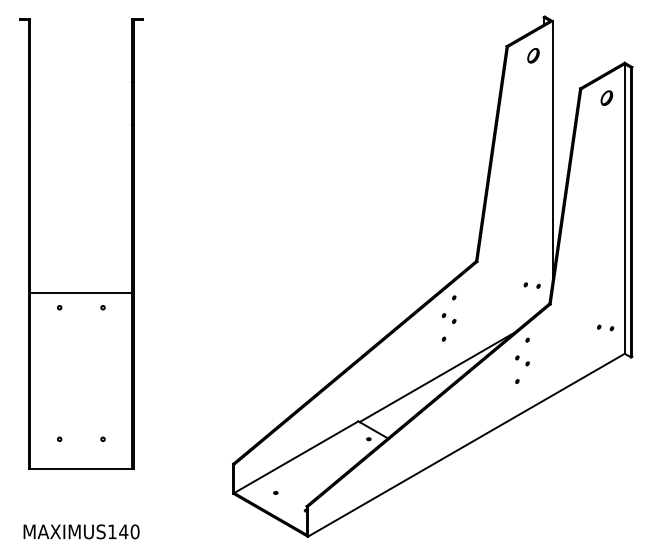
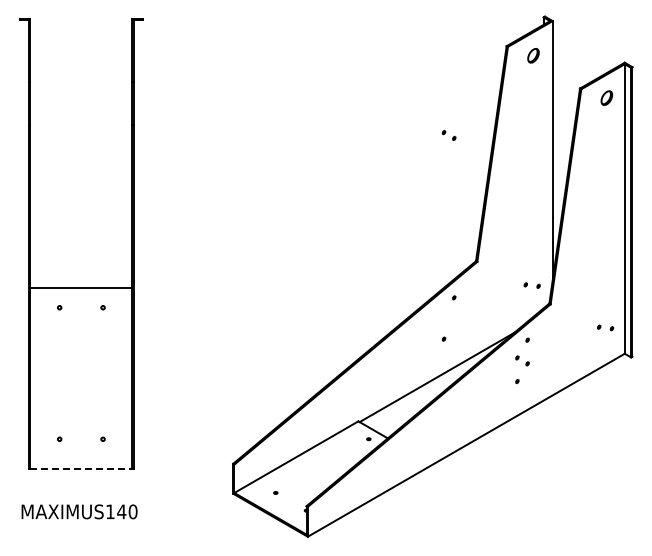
line at (81, 293) position: (81, 293) -> (81, 288)
part at (448, 318) position: (448, 318) -> (448, 135)
line at (81, 468): solid -> dashed
text at (81, 531) position: (81, 531) -> (79, 511)
